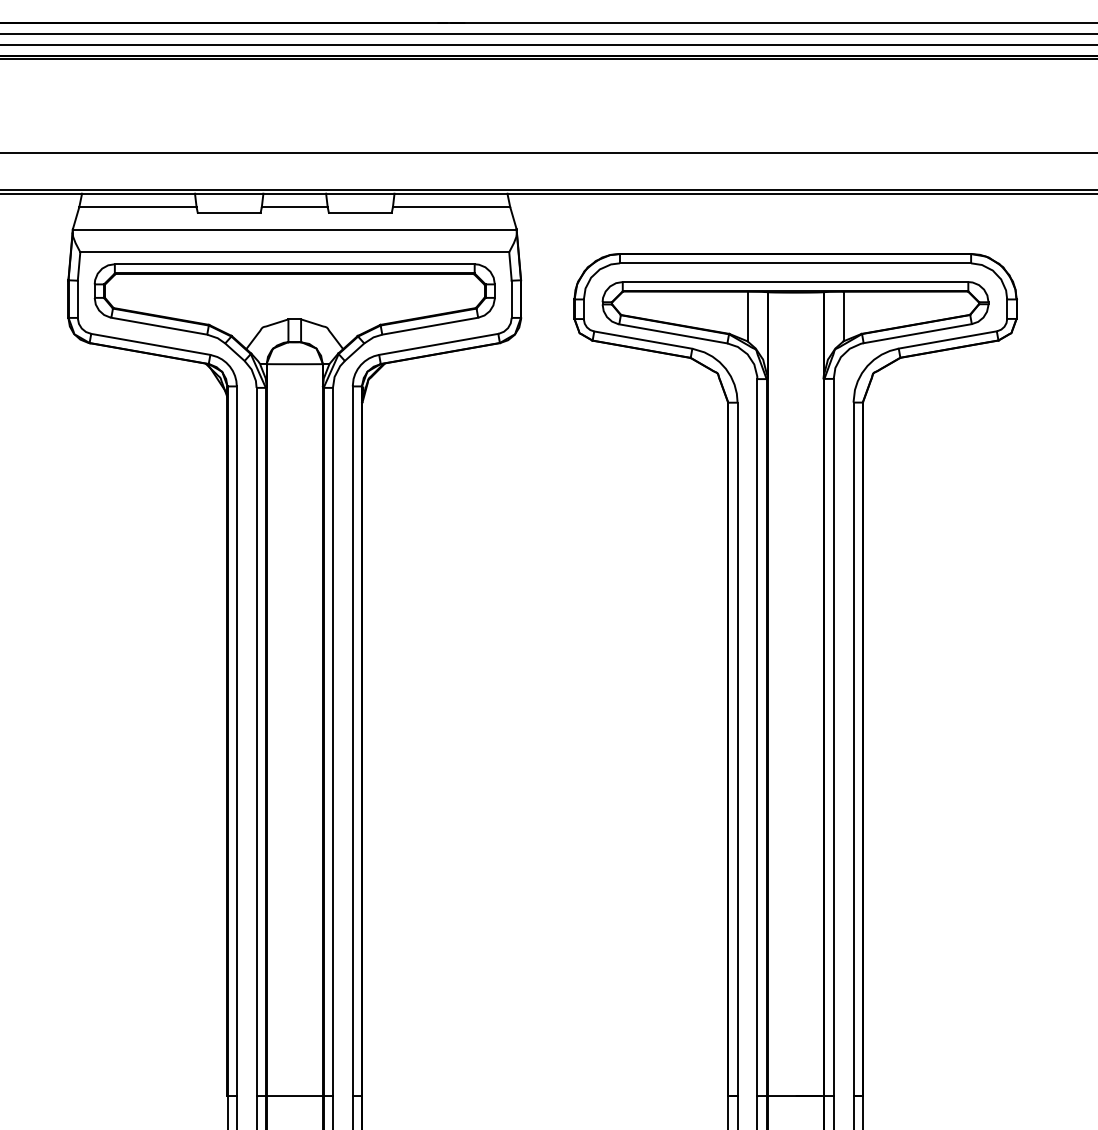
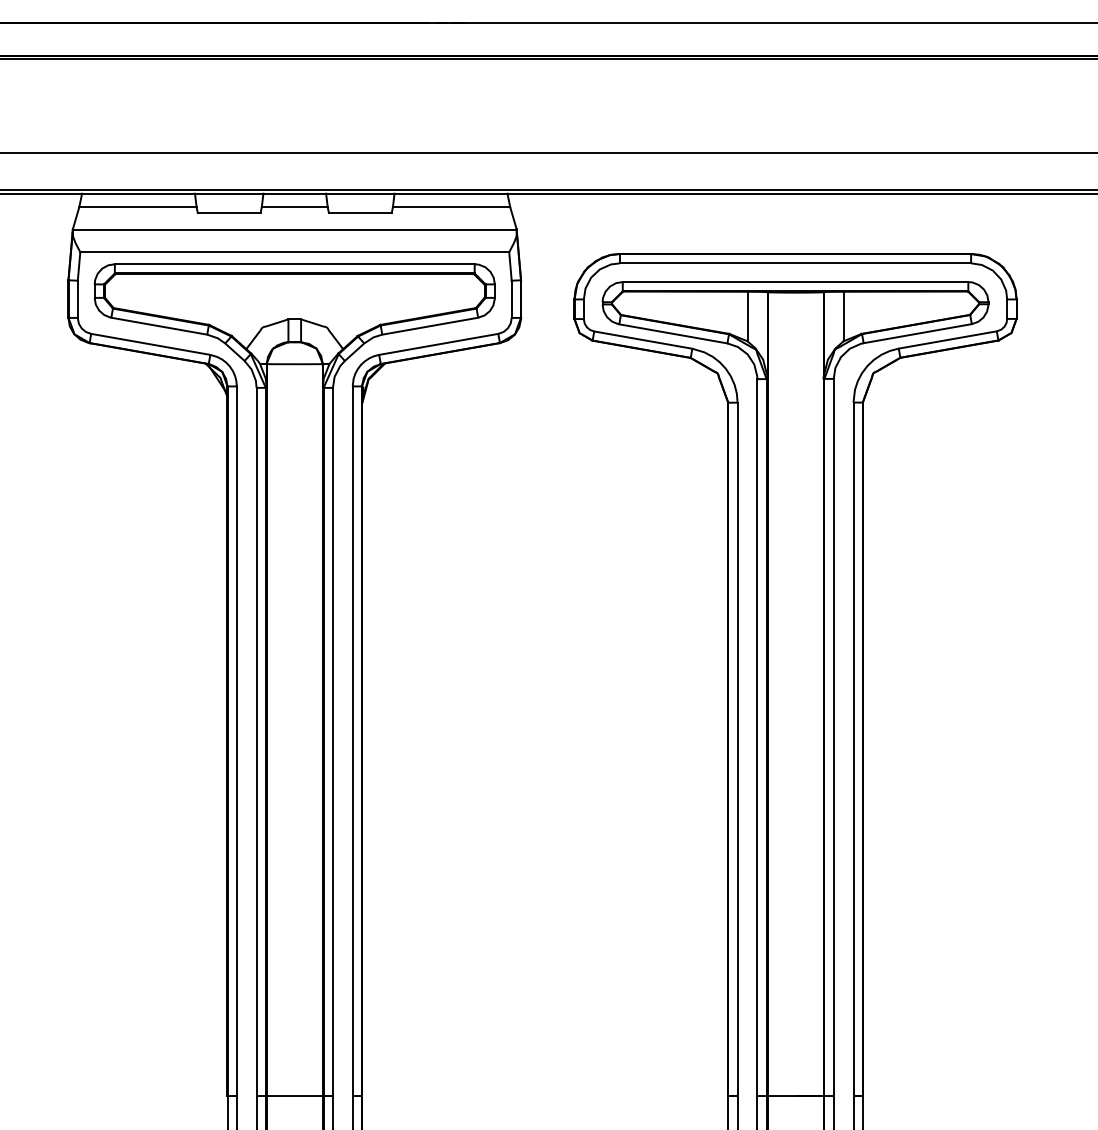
line at (548, 33): present -> none
line at (548, 44): present -> none
